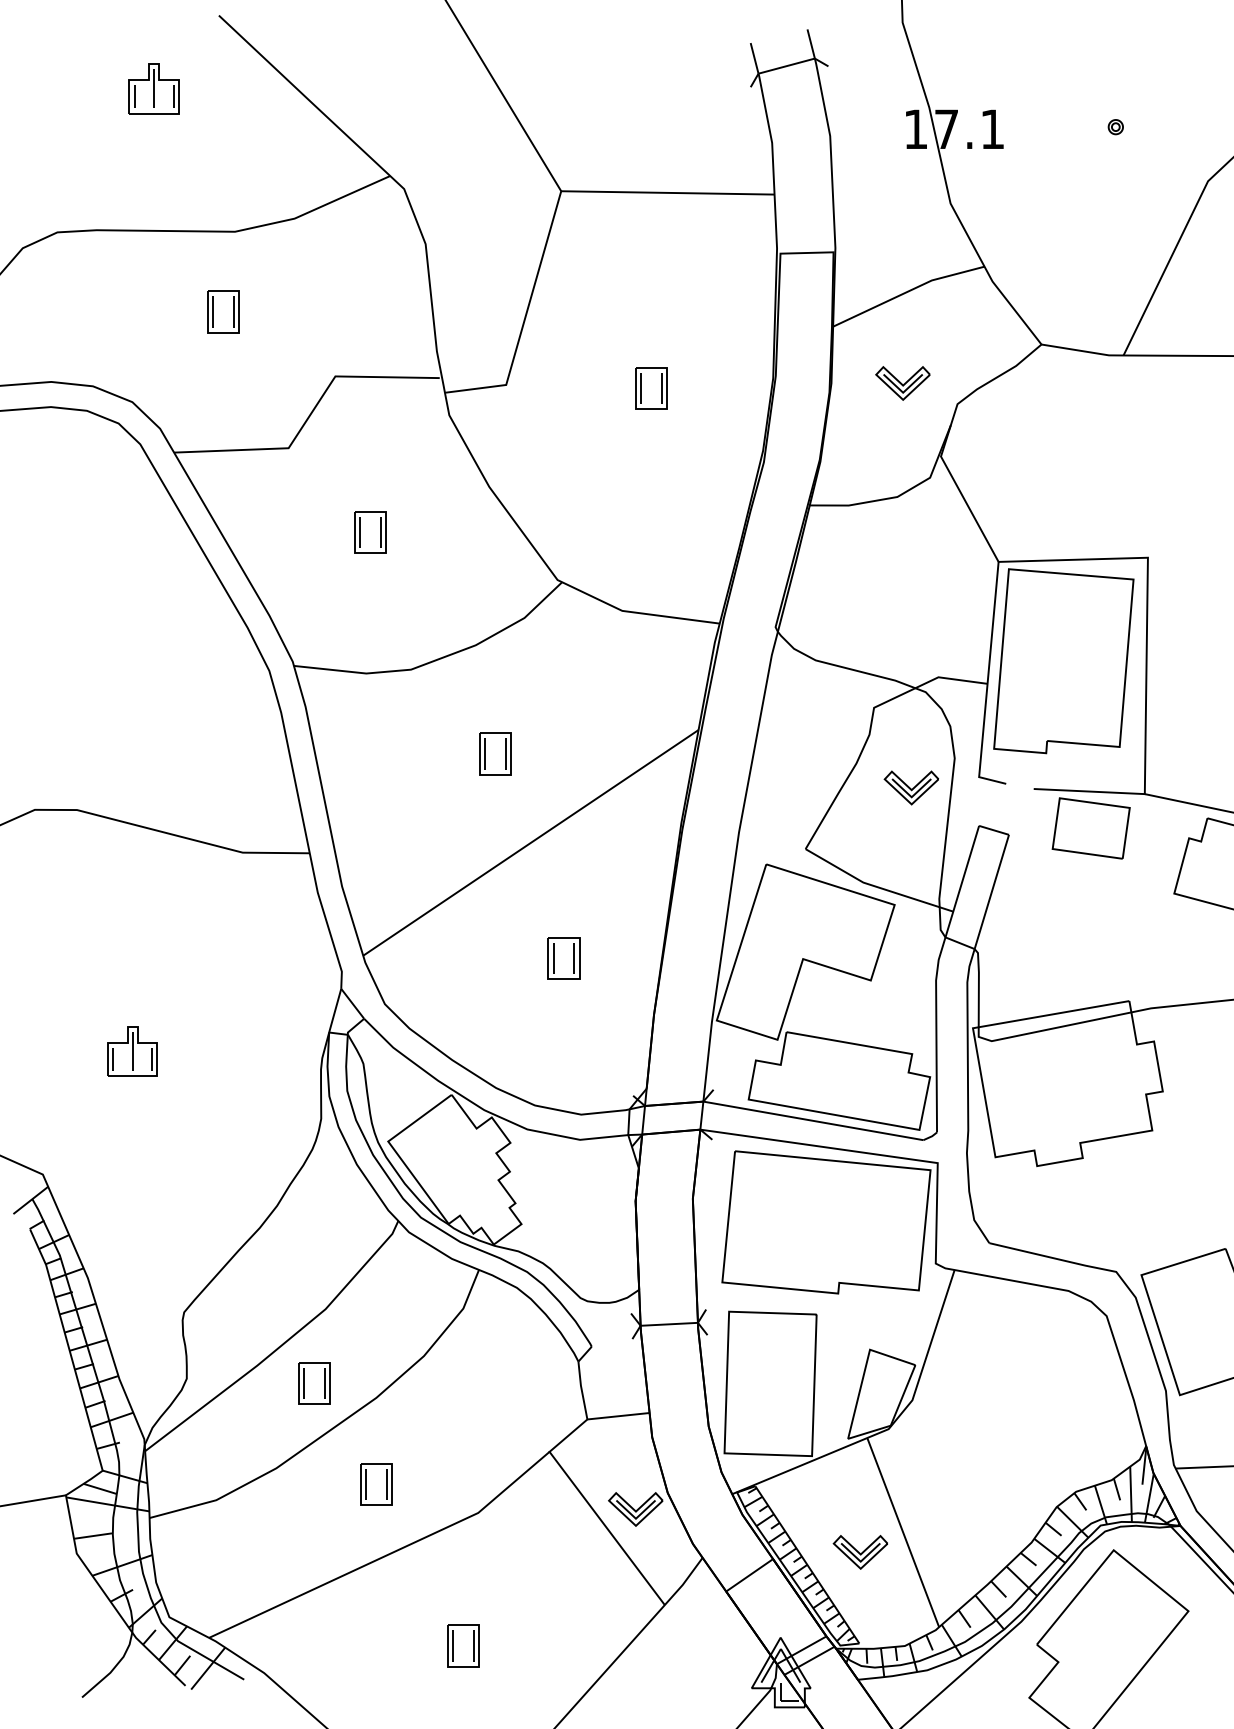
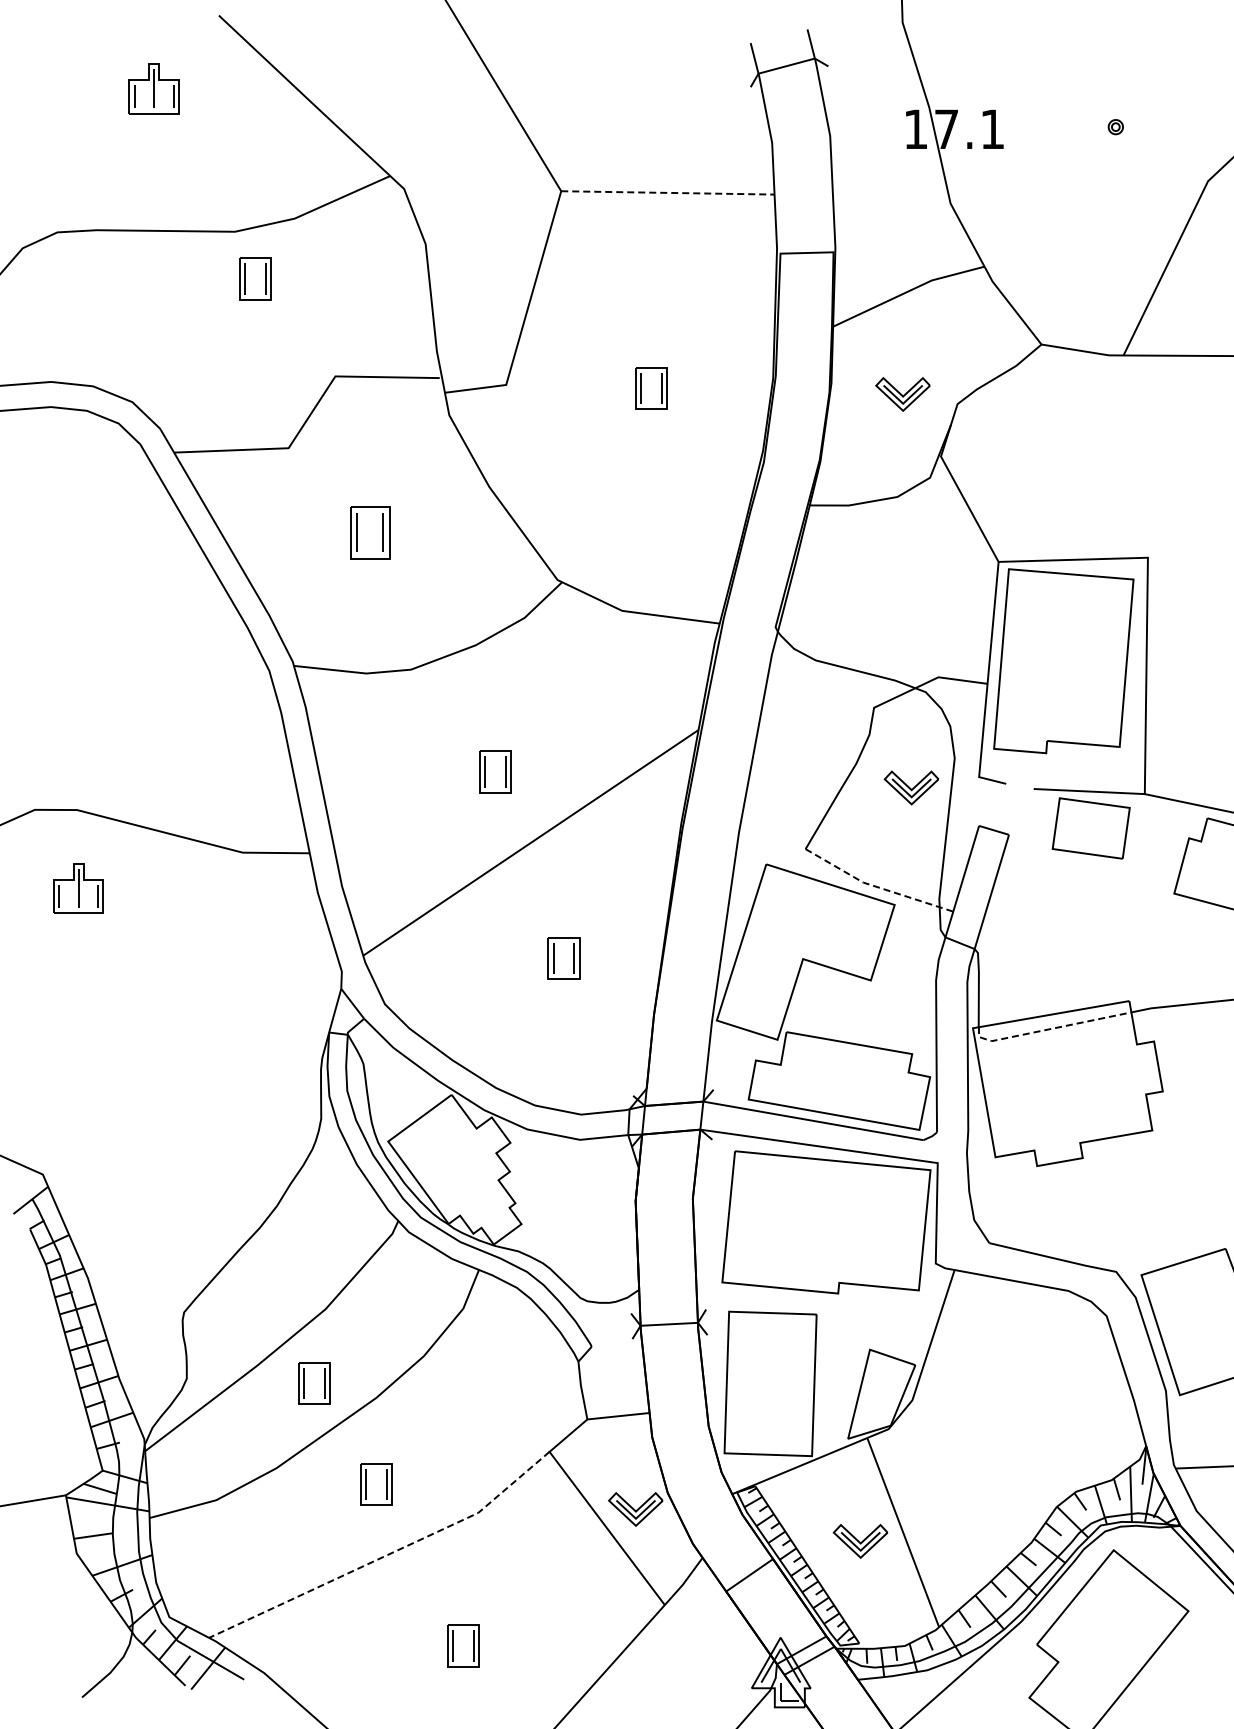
line at (667, 192): solid -> dashed
part at (223, 311) position: (223, 311) -> (255, 278)
part at (902, 383) position: (902, 383) -> (902, 394)
part at (370, 532) size: 33x43 px -> 41x54 px
part at (495, 753) position: (495, 753) -> (495, 771)
line at (876, 886): solid -> dashed
line at (1049, 1029): solid -> dashed
part at (132, 1051) position: (132, 1051) -> (78, 888)
part at (859, 1552) position: (859, 1552) -> (859, 1541)
line at (387, 1555): solid -> dashed
